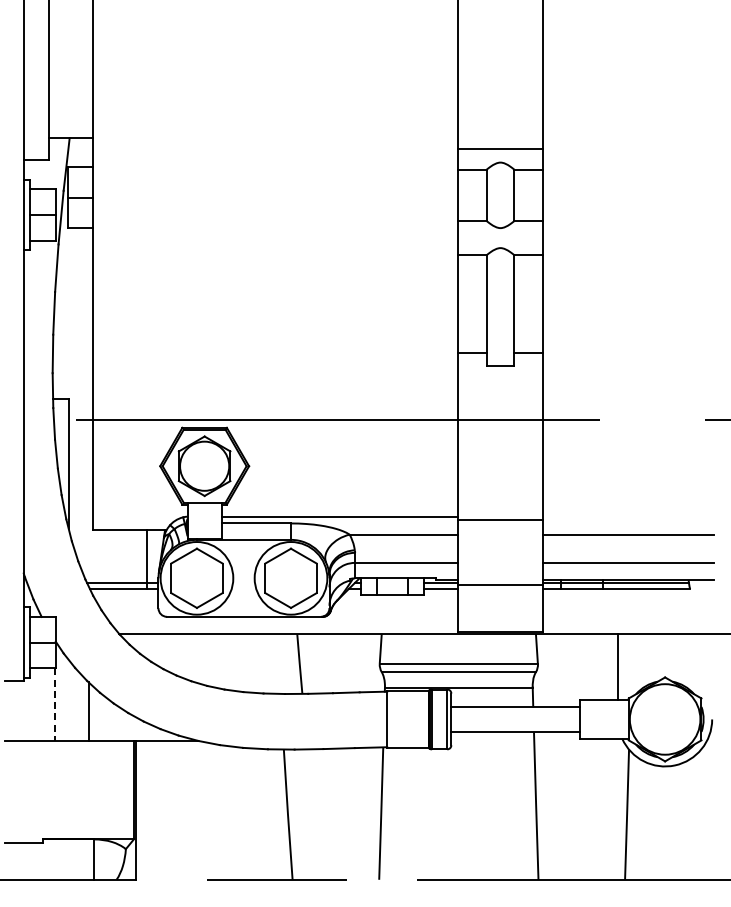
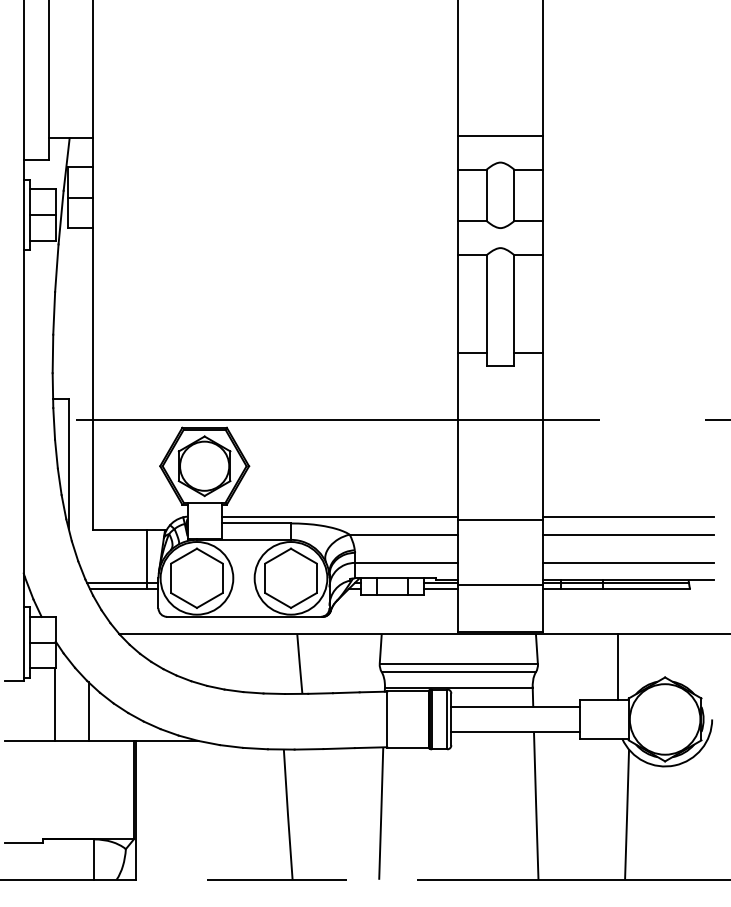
line at (500, 148) position: (500, 148) -> (500, 135)
line at (628, 516): none -> present
line at (55, 705): dashed -> solid
